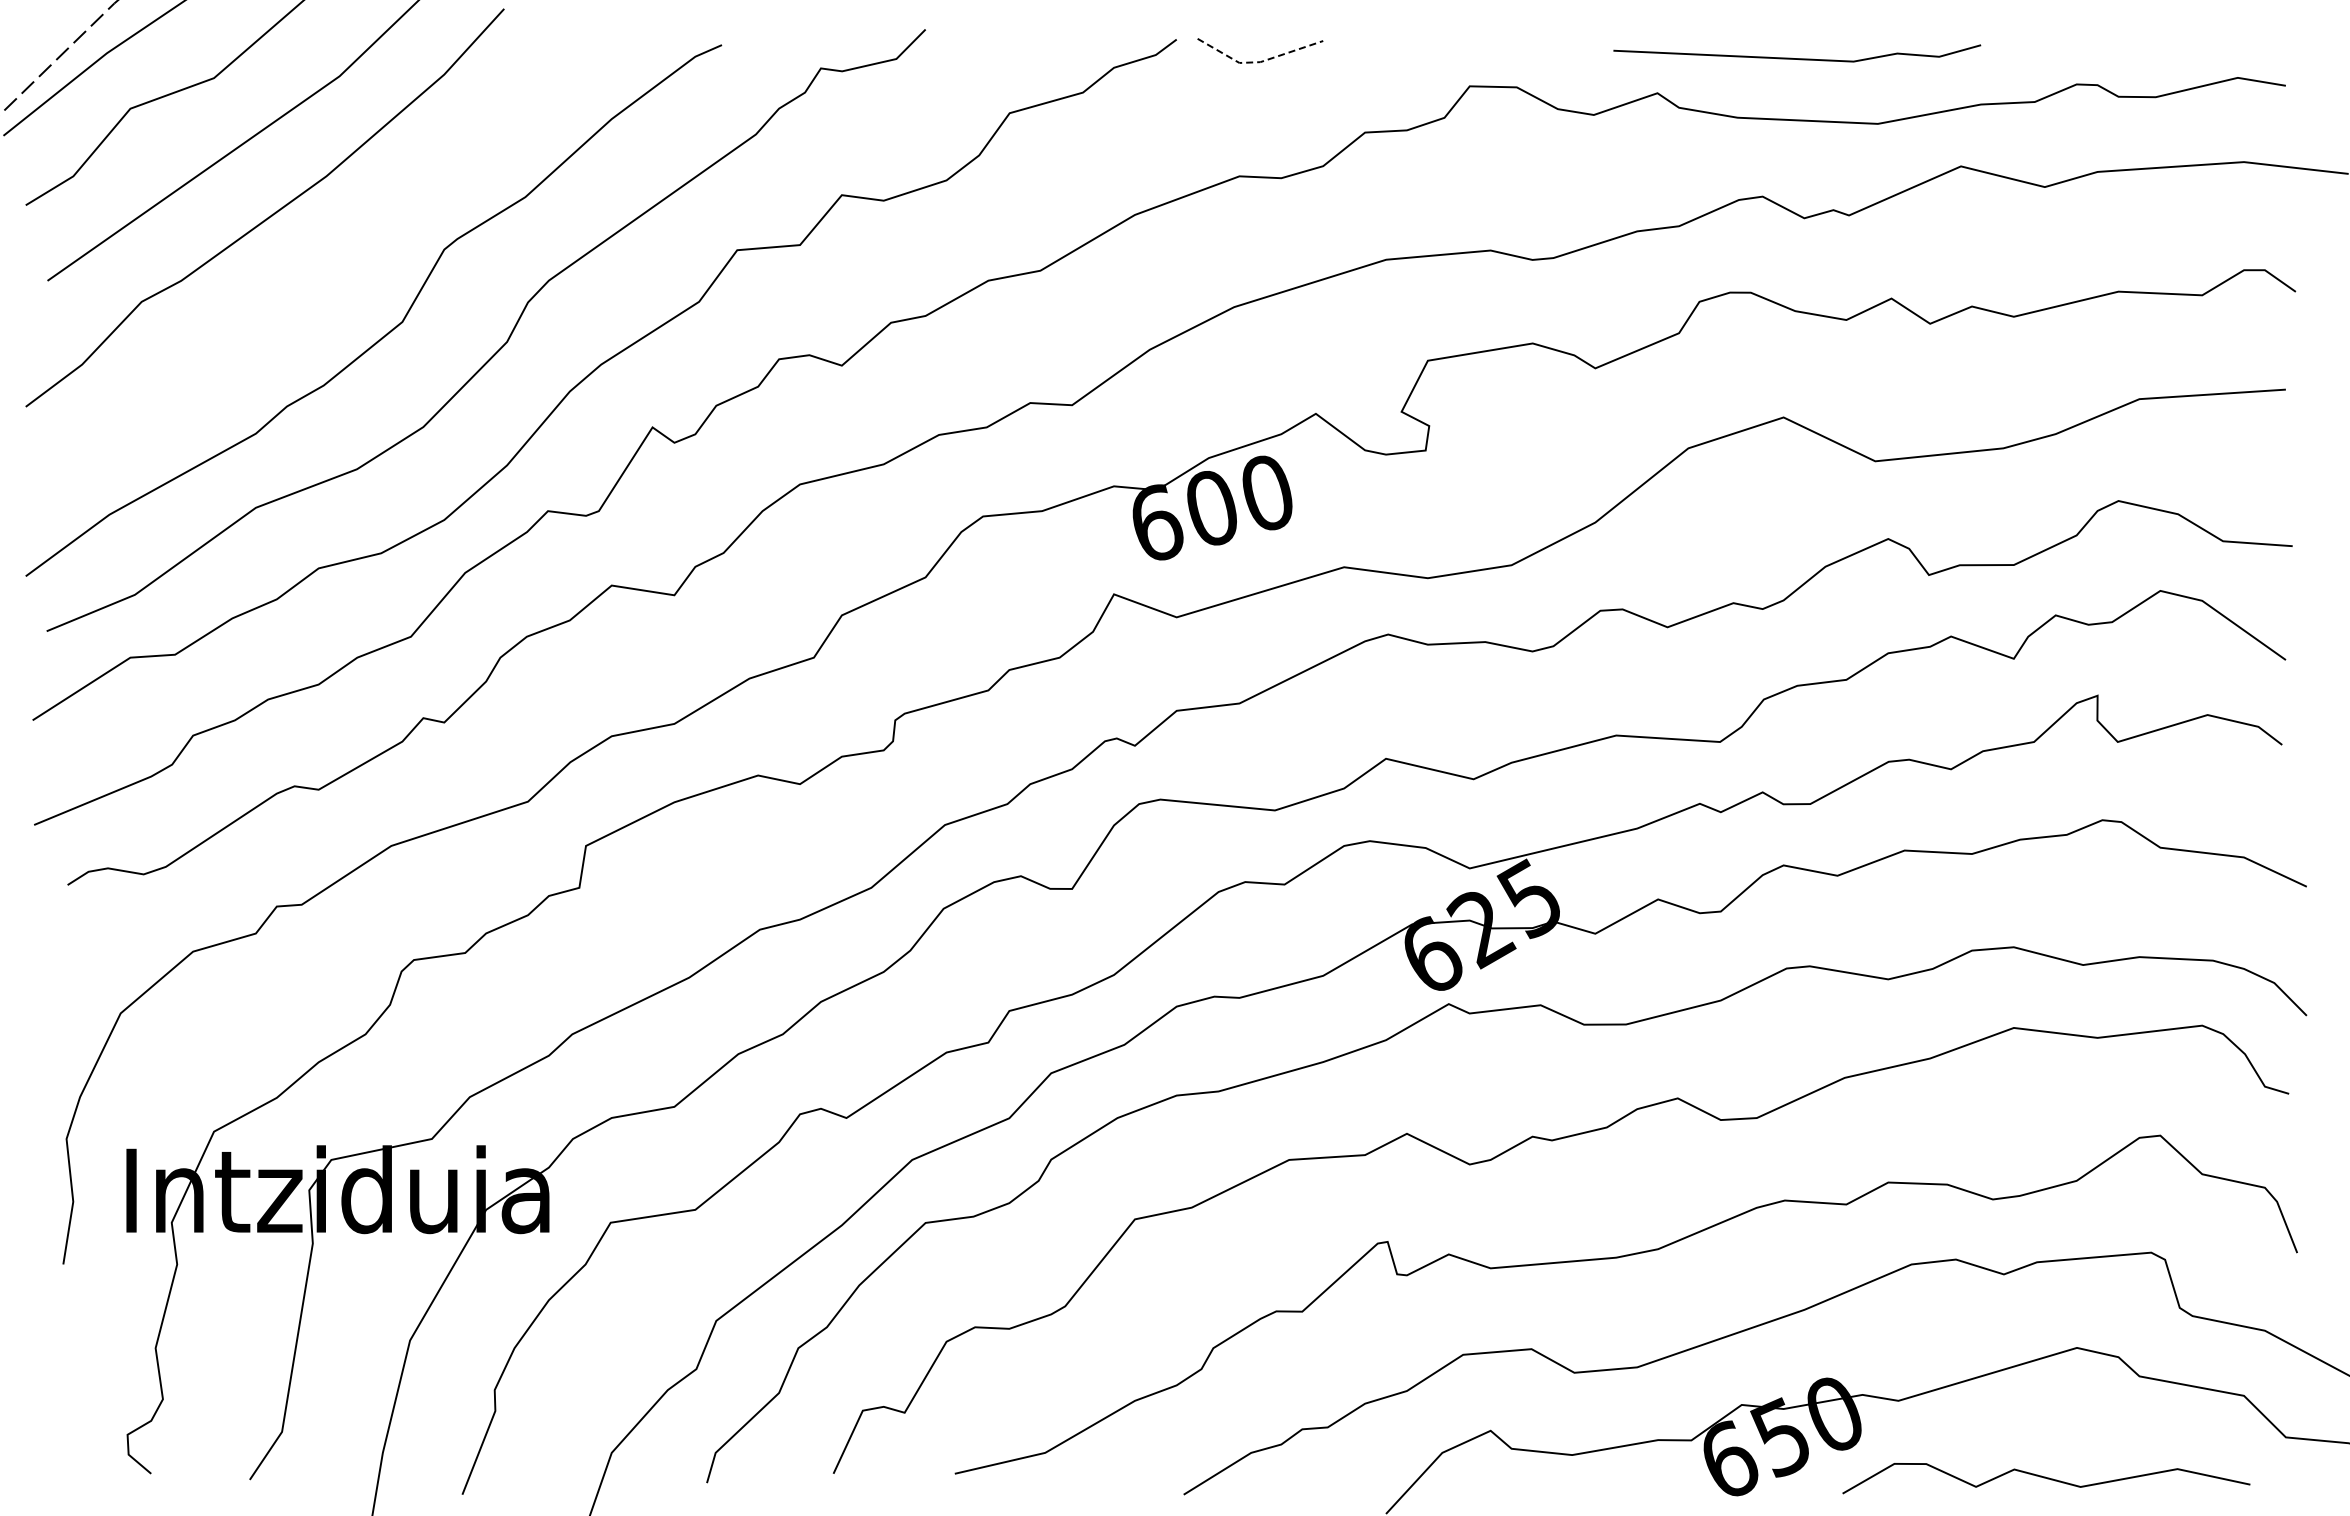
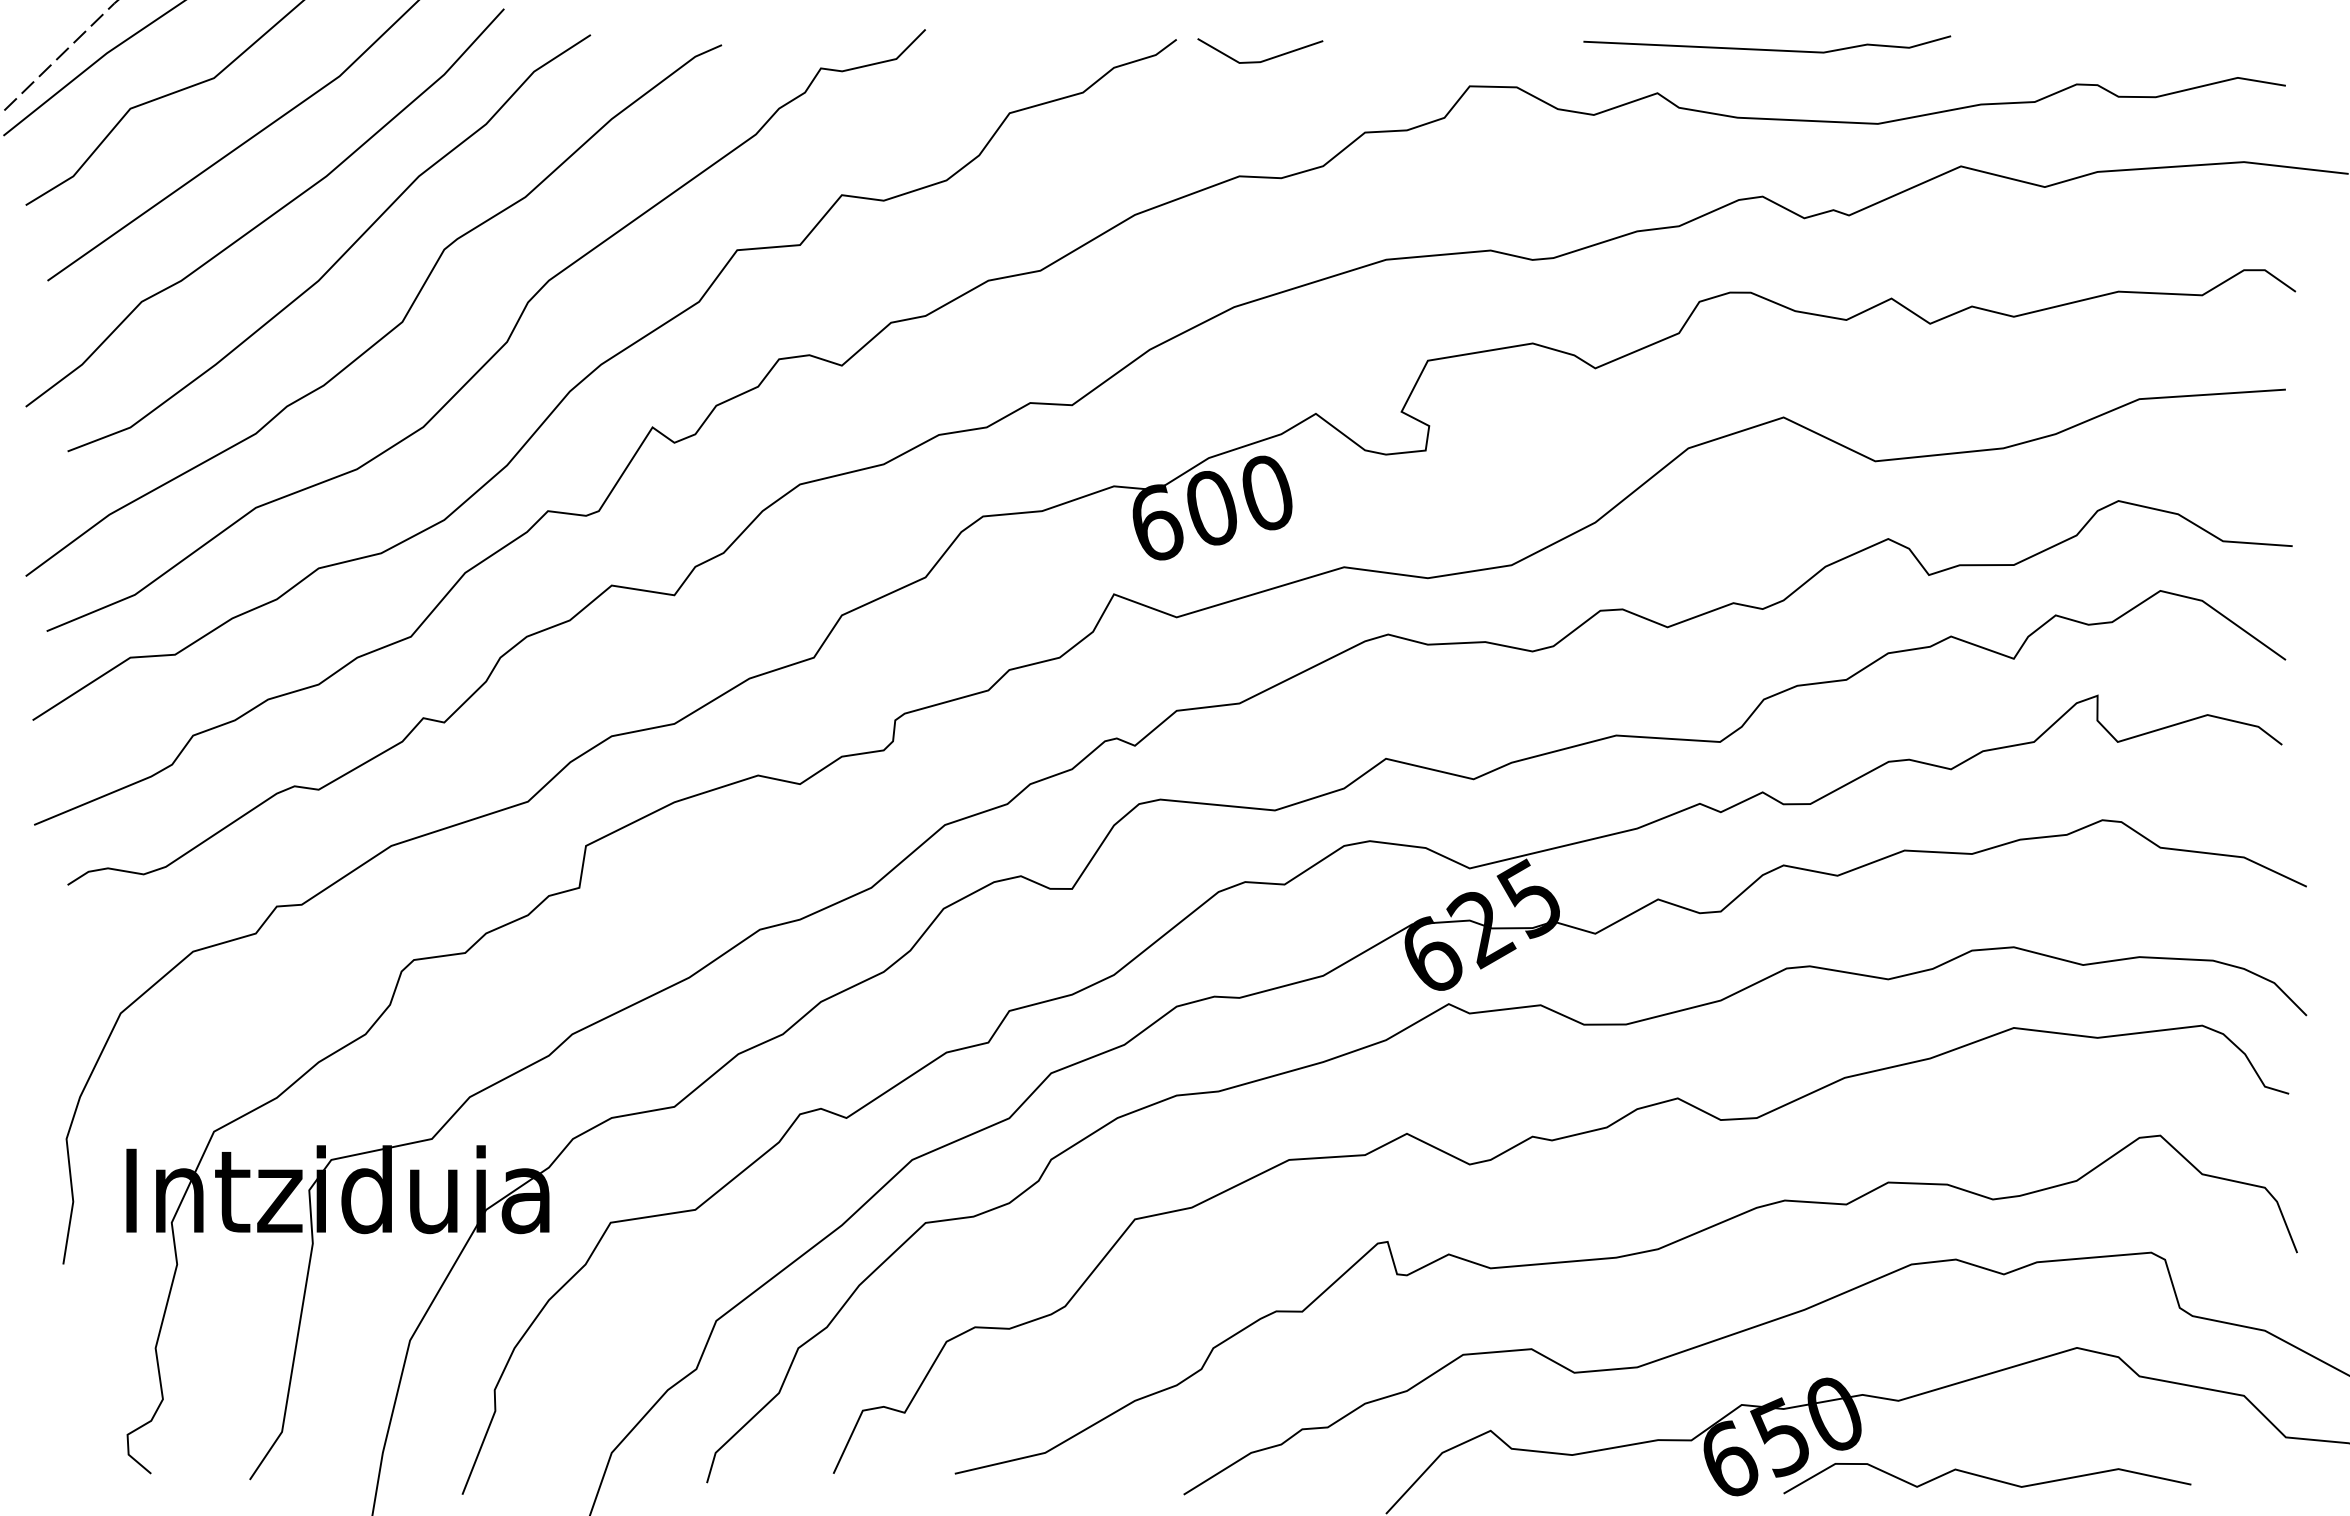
line at (1797, 58) position: (1797, 58) -> (1767, 49)
line at (1259, 62): dashed -> solid
curve at (341, 255): none -> present
curve at (2046, 1478) position: (2046, 1478) -> (1987, 1478)
